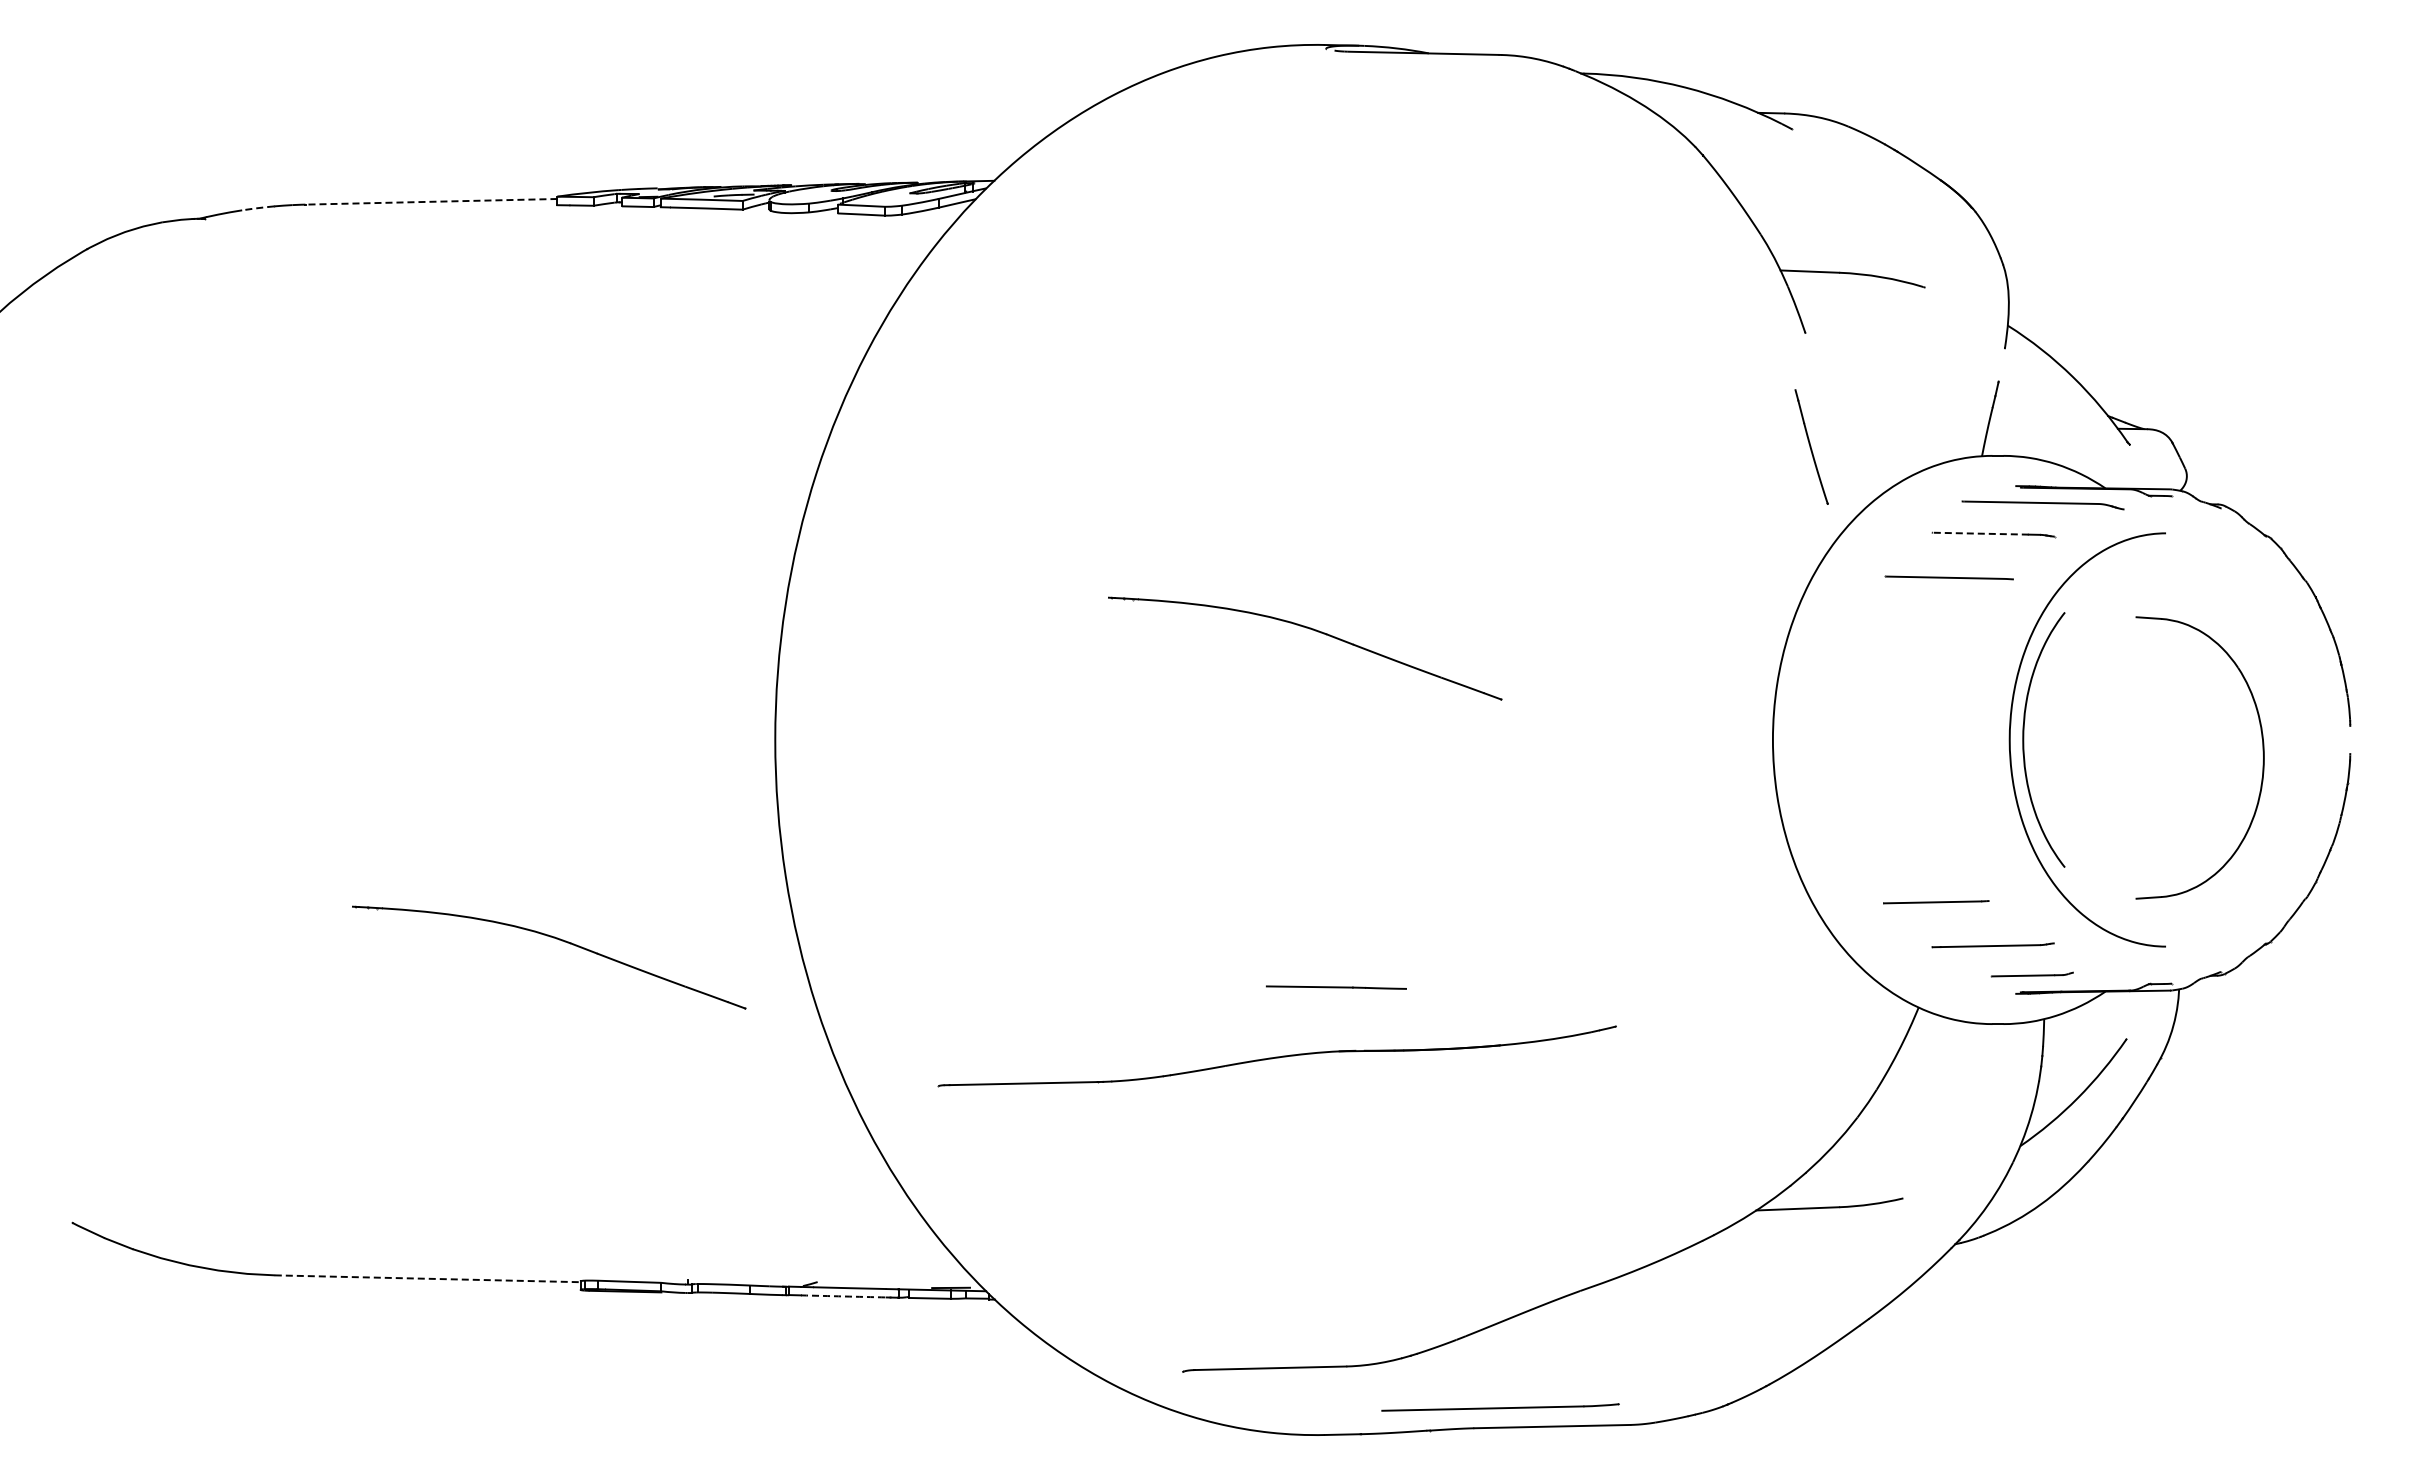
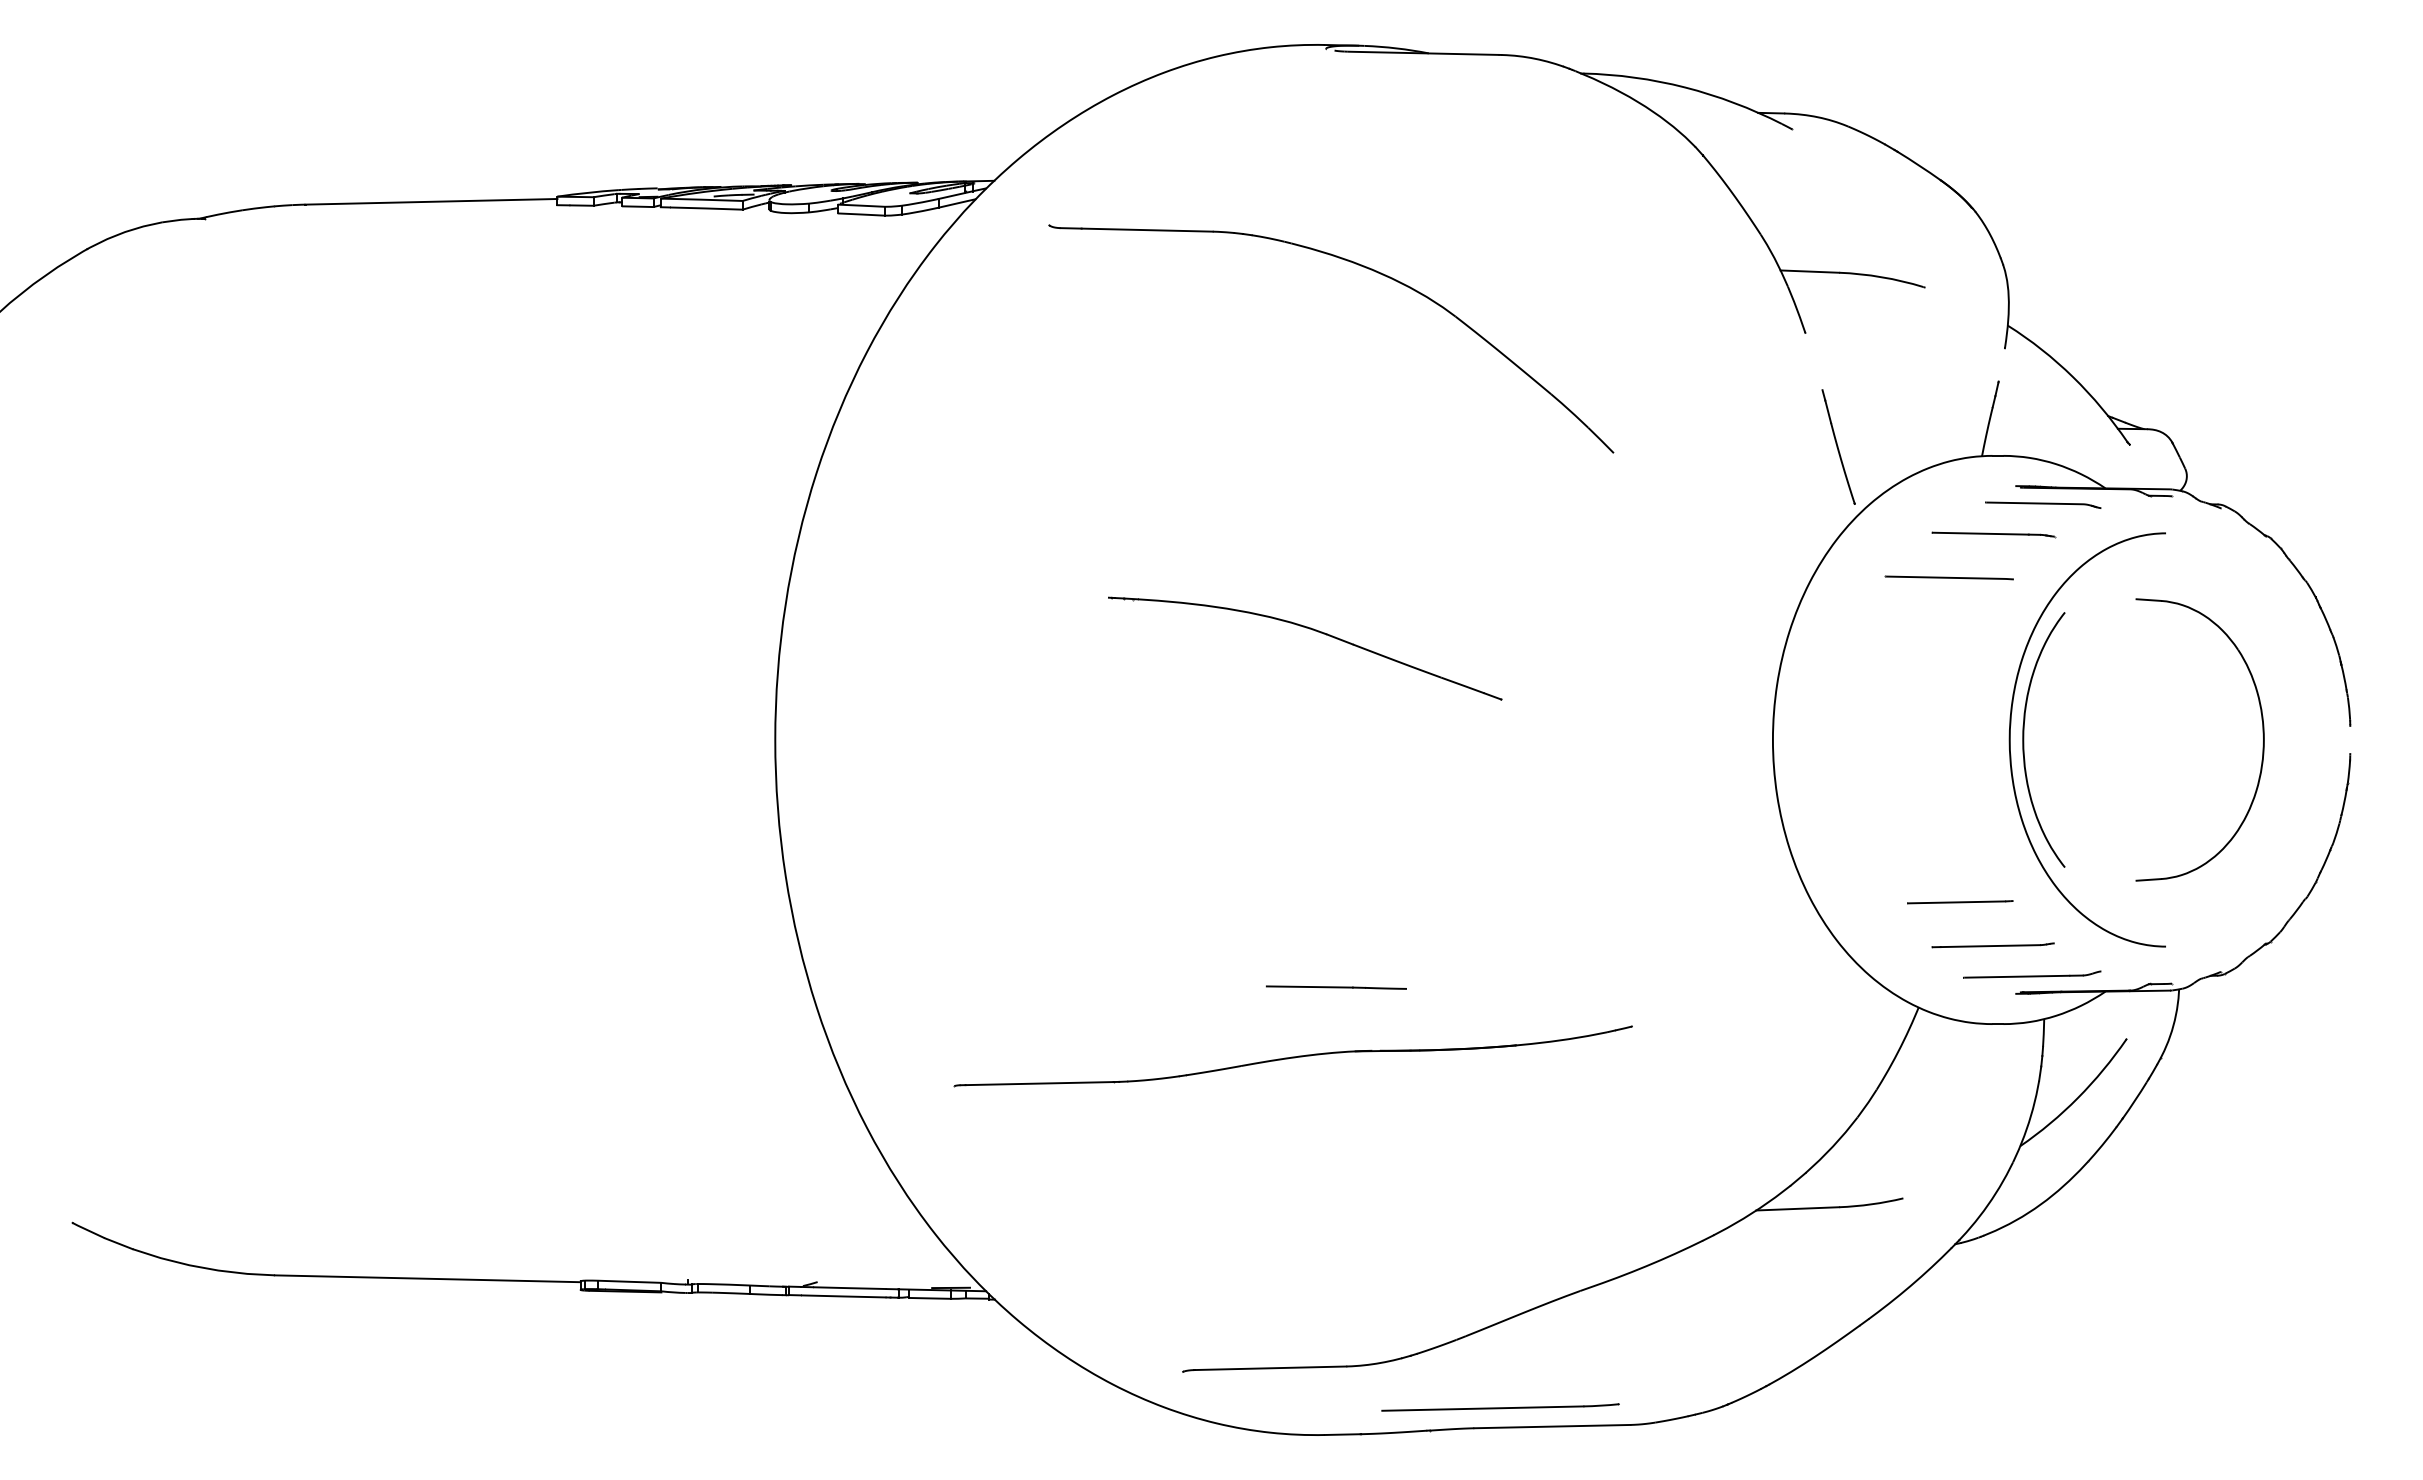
line at (431, 201): dashed -> solid
line at (258, 208): dashed -> solid
part at (1360, 266): none -> present
part at (1811, 446) position: (1811, 446) -> (1838, 446)
part at (2042, 505) size: 164x11 px -> 117x8 px
line at (1980, 533): dashed -> solid
part at (2262, 752) position: (2262, 752) -> (2262, 734)
line at (1936, 902) position: (1936, 902) -> (1960, 902)
part at (556, 939): present -> none
part at (2031, 974) size: 84x7 px -> 139x9 px
part at (1276, 1056) position: (1276, 1056) -> (1292, 1056)
line at (427, 1278): dashed -> solid
arc at (843, 1296): dashed -> solid
